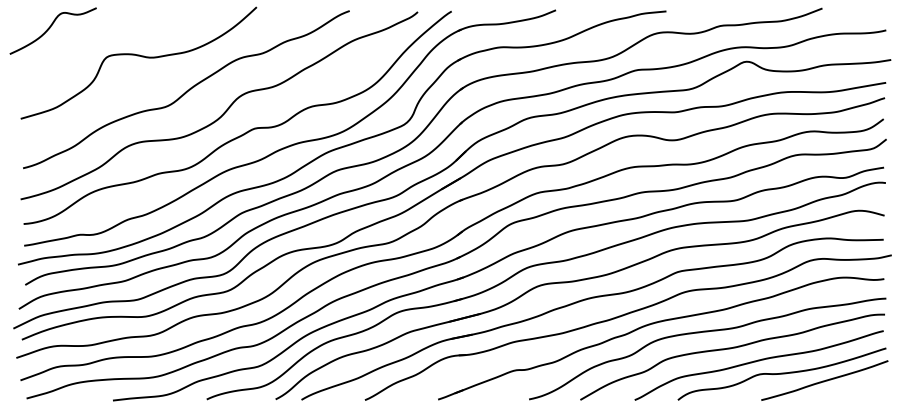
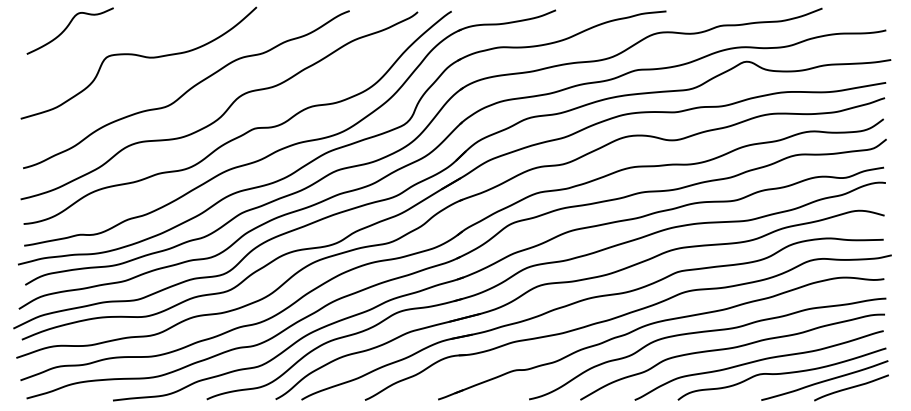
curve at (50, 28) position: (50, 28) -> (67, 28)
curve at (851, 387): none -> present
